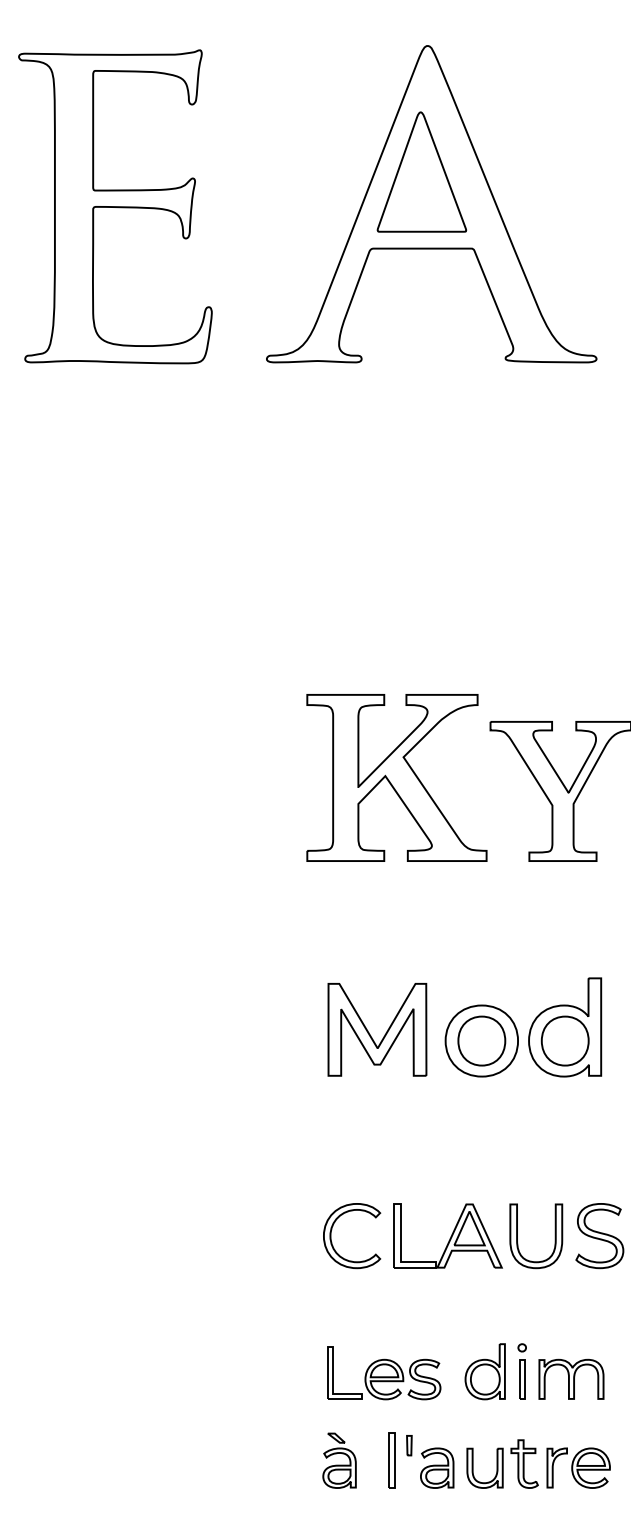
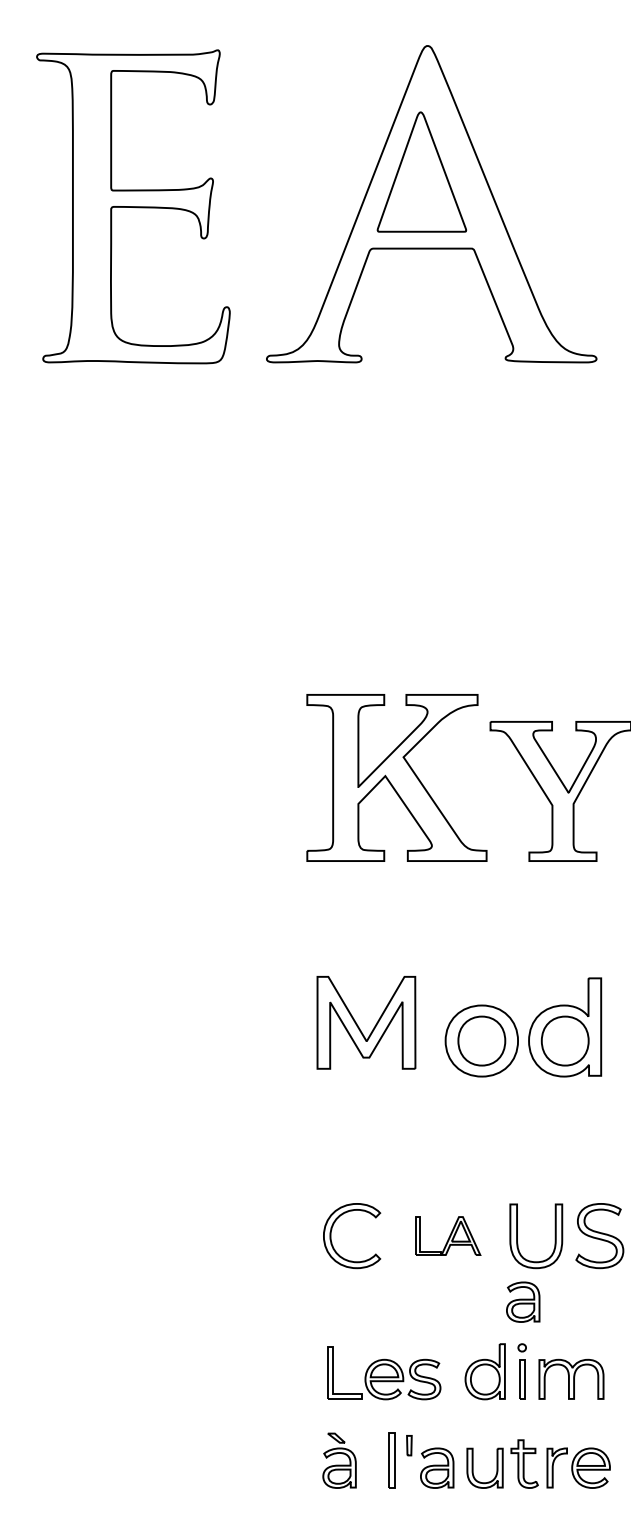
part at (115, 206) position: (115, 206) -> (133, 206)
part at (371, 1035) position: (371, 1035) -> (360, 1028)
part at (447, 1235) size: 110x66 px -> 67x40 px
part at (523, 1301): none -> present
